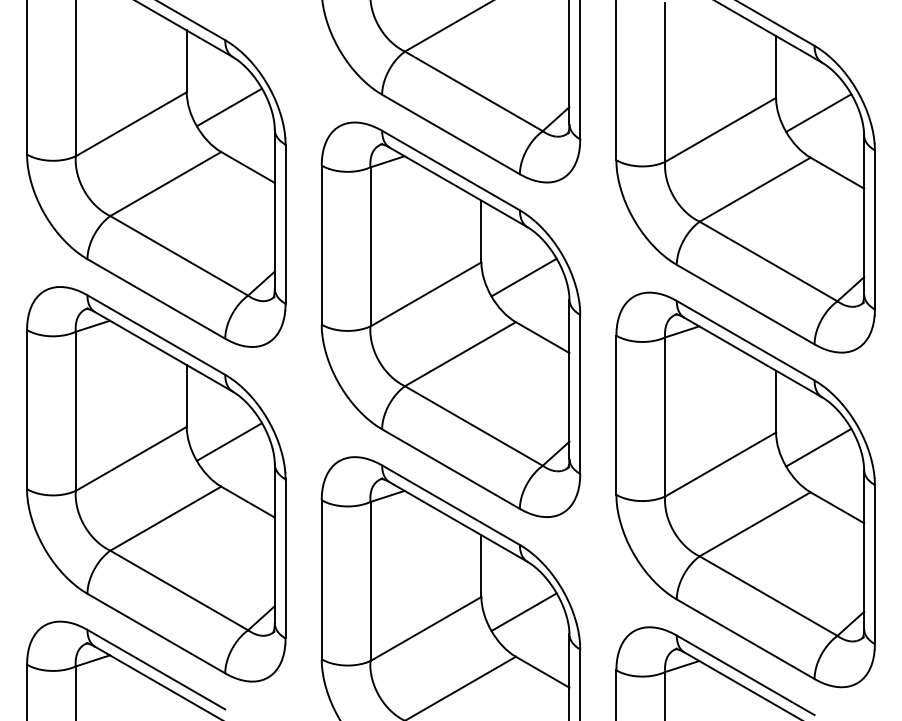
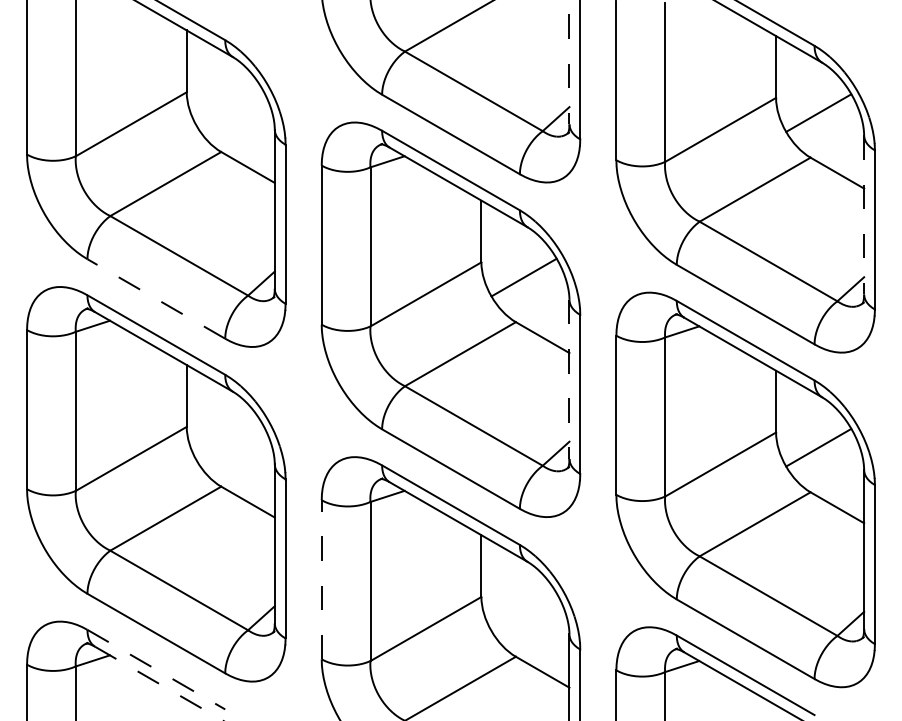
line at (569, 62): solid -> dashed
line at (228, 107): present -> none
line at (864, 214): solid -> dashed
line at (156, 298): solid -> dashed
line at (569, 379): solid -> dashed
line at (228, 441): present -> none
line at (321, 579): solid -> dashed
line at (523, 612): present -> none
line at (156, 669): solid -> dashed
line at (159, 684): solid -> dashed
